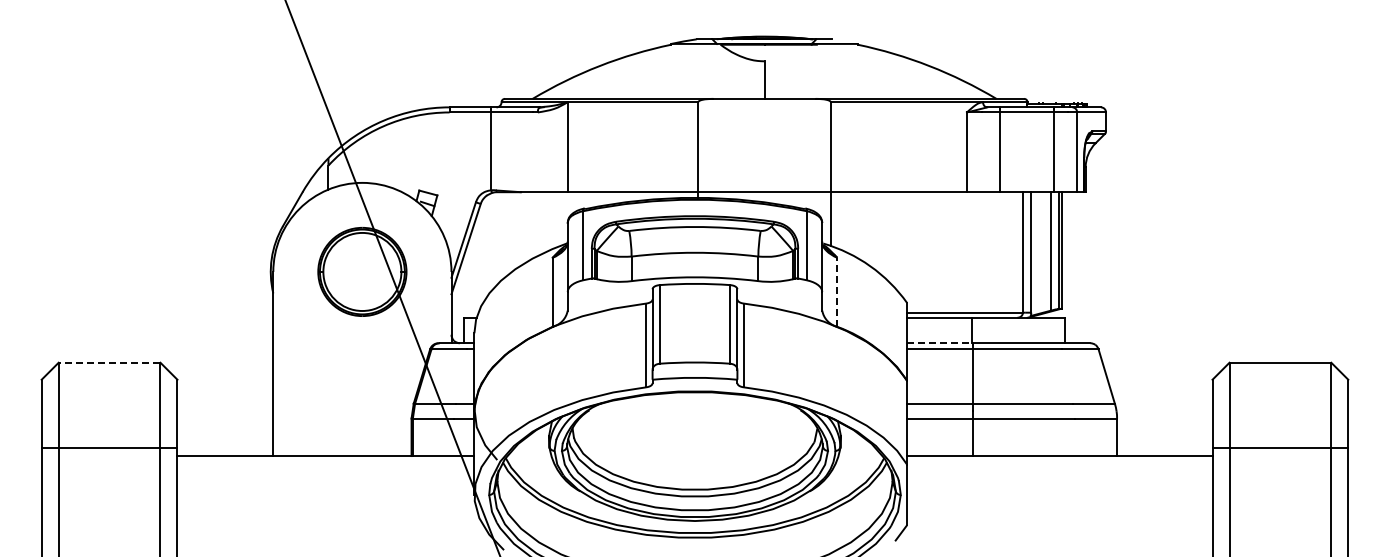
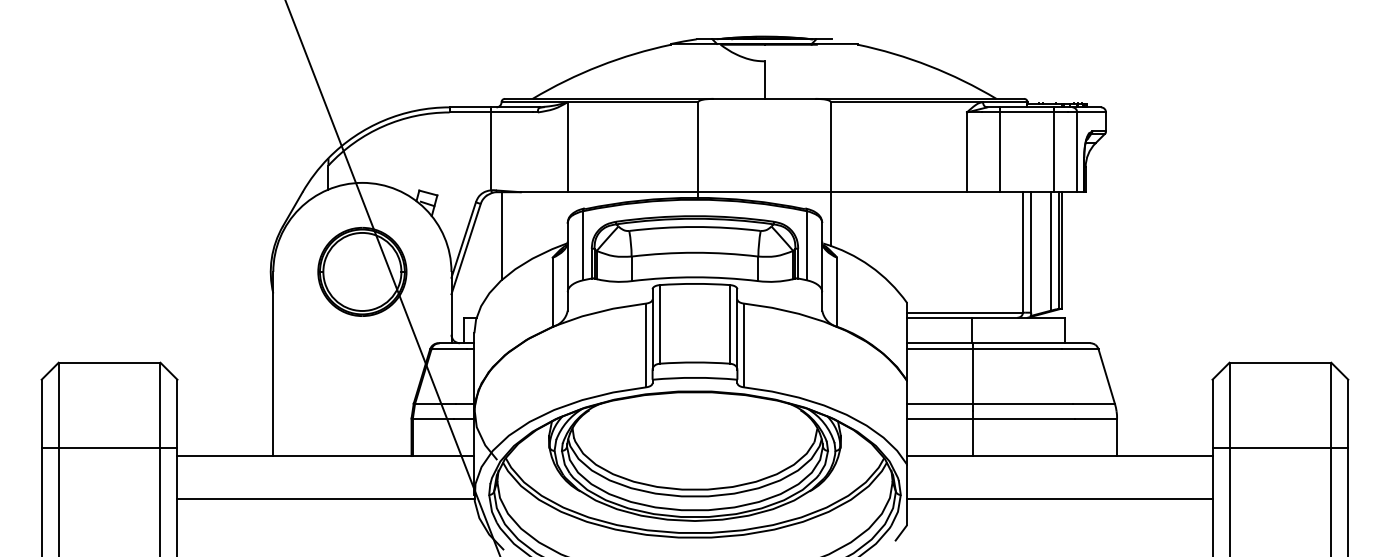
line at (501, 236): none -> present
line at (837, 292): dashed -> solid
line at (939, 343): dashed -> solid
line at (109, 362): dashed -> solid
line at (325, 498): none -> present
line at (1059, 498): none -> present
